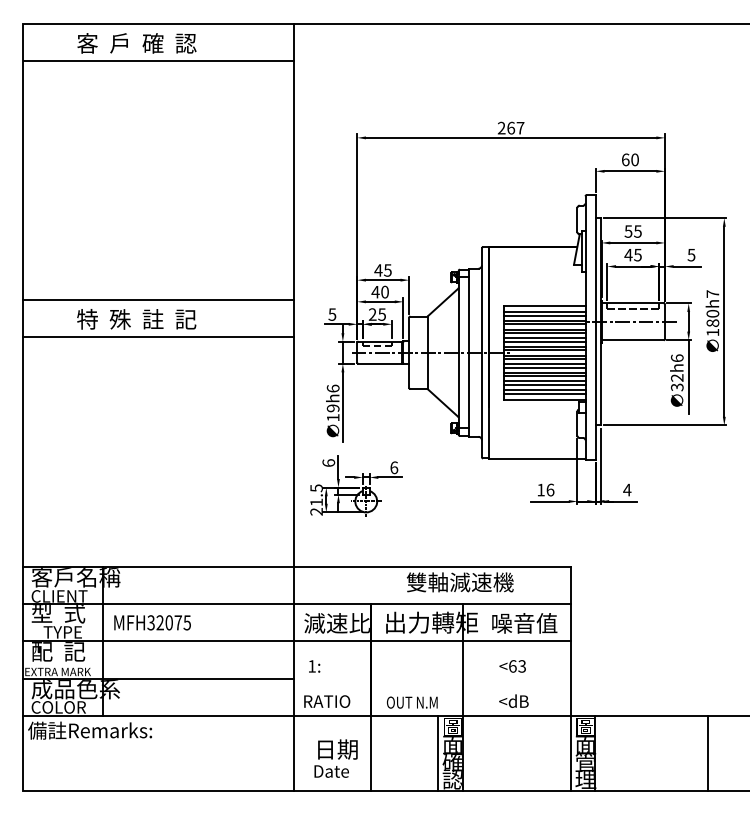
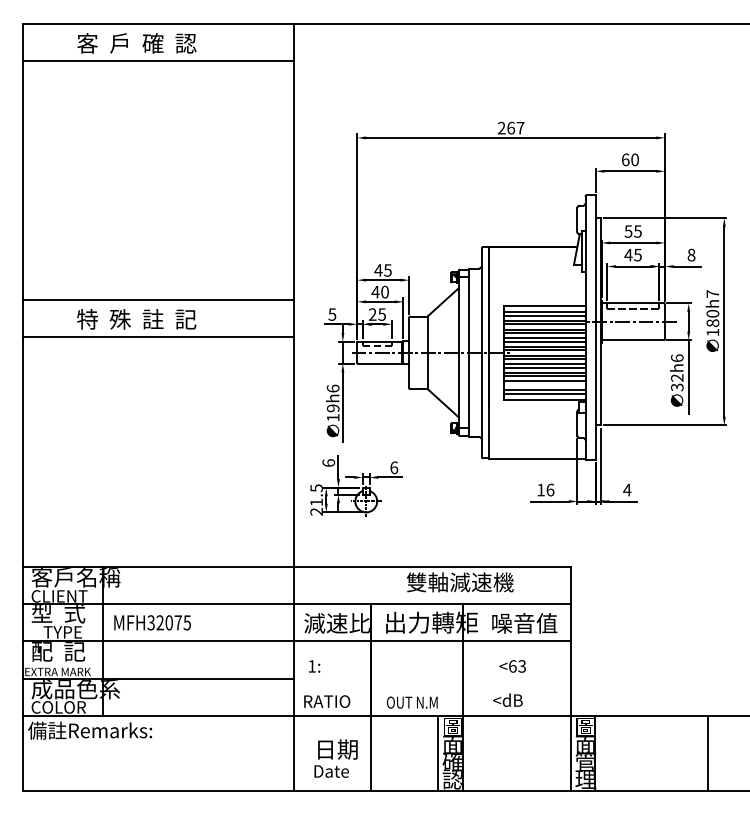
text at (691, 254): 5 -> 8
line at (544, 384): present -> none
text at (513, 700) position: (513, 700) -> (507, 699)
